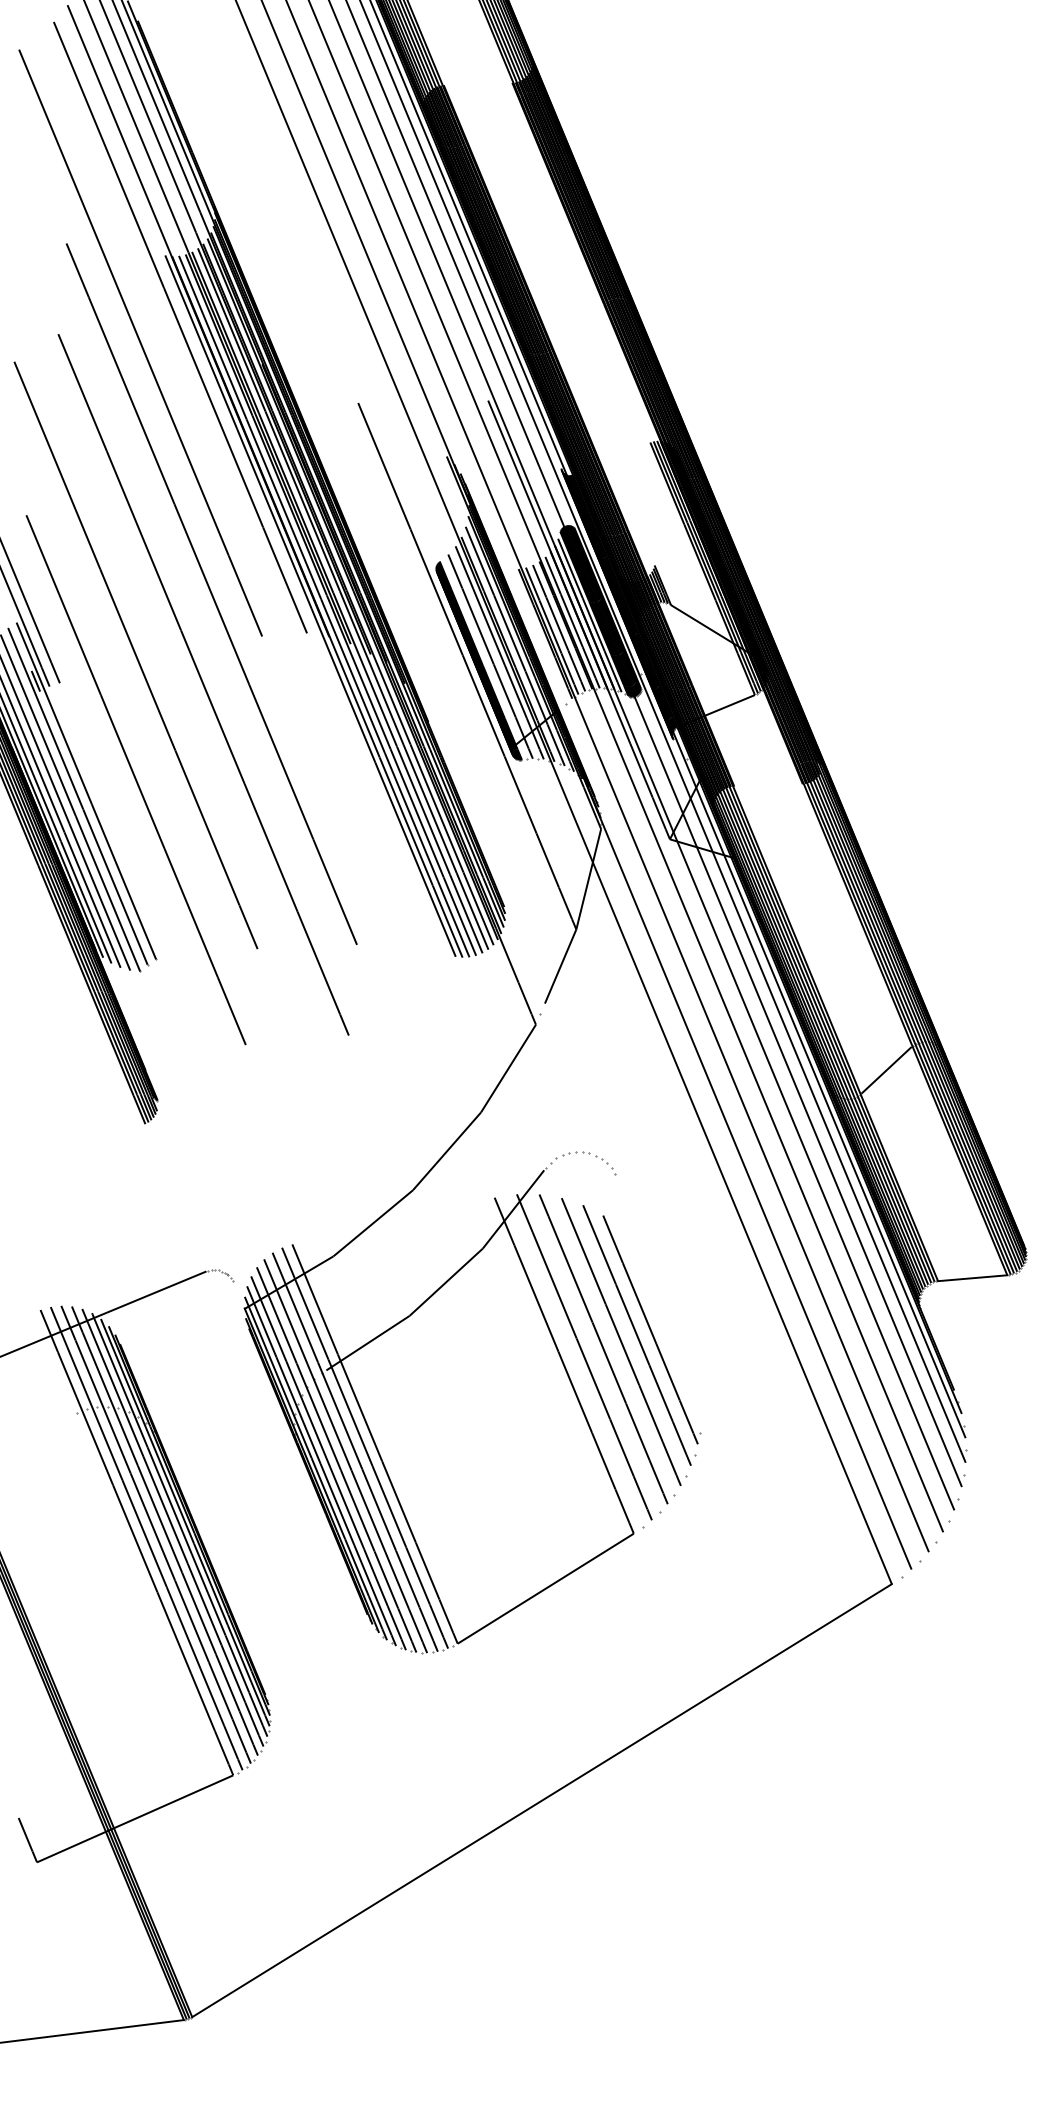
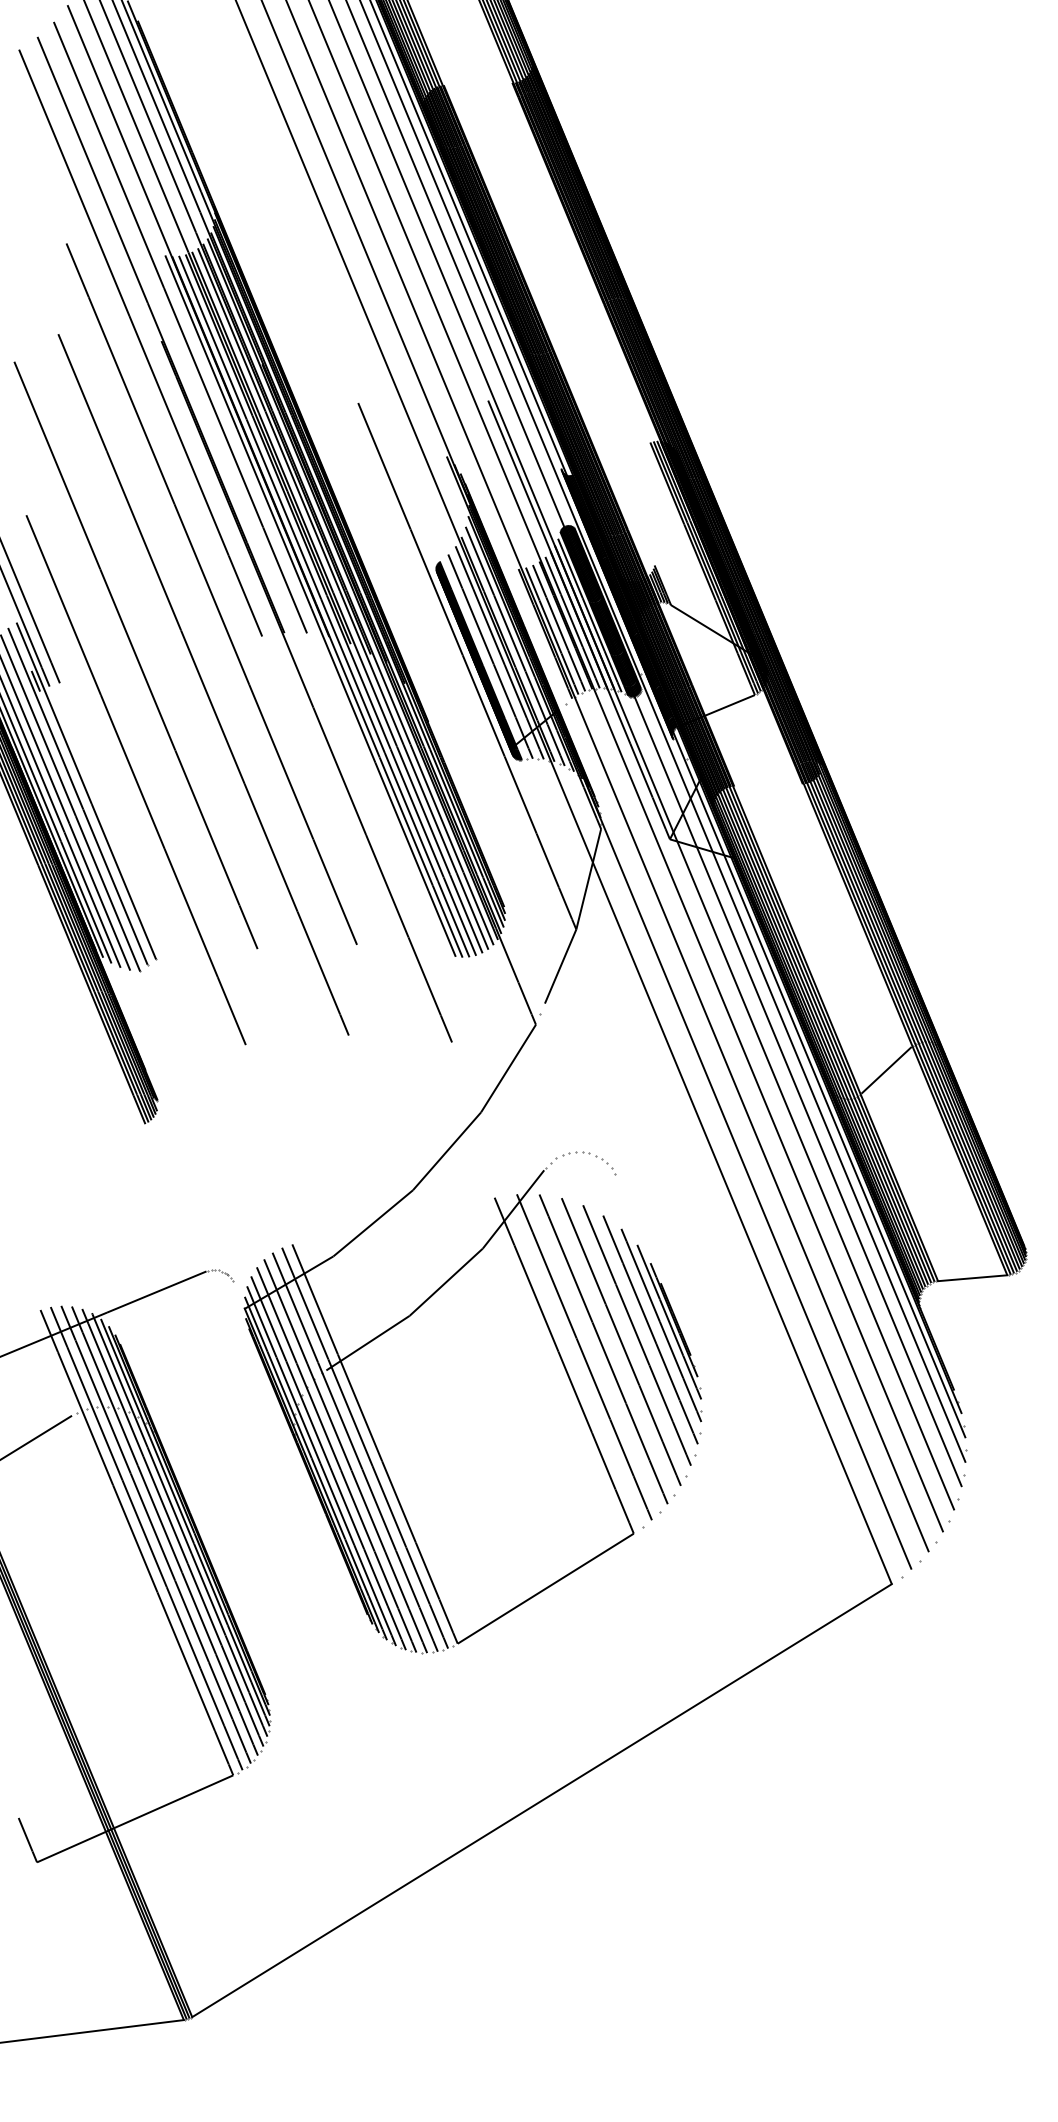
part at (244, 539): none -> present
part at (661, 1325): none -> present
line at (37, 1436): none -> present
